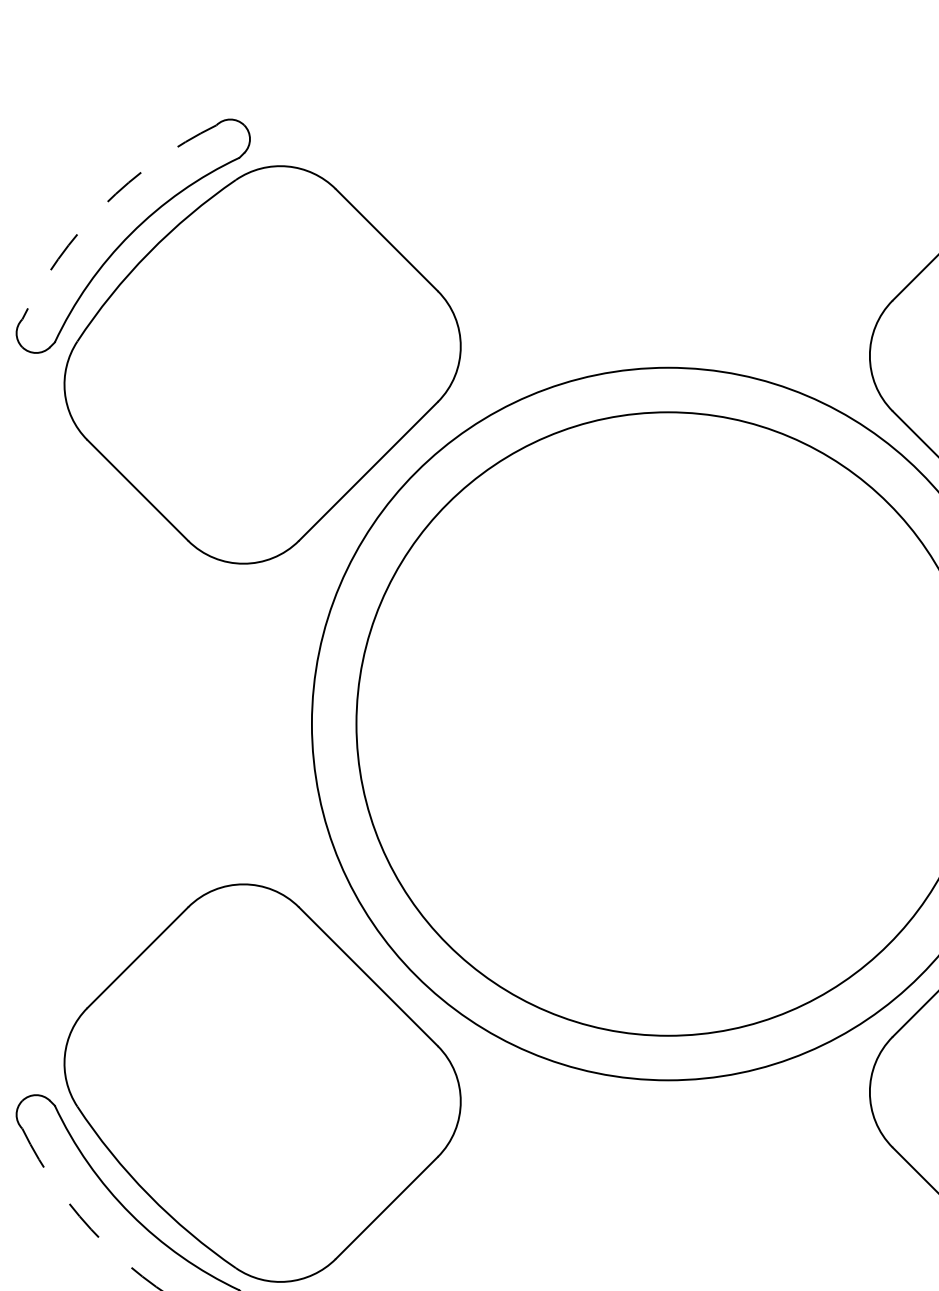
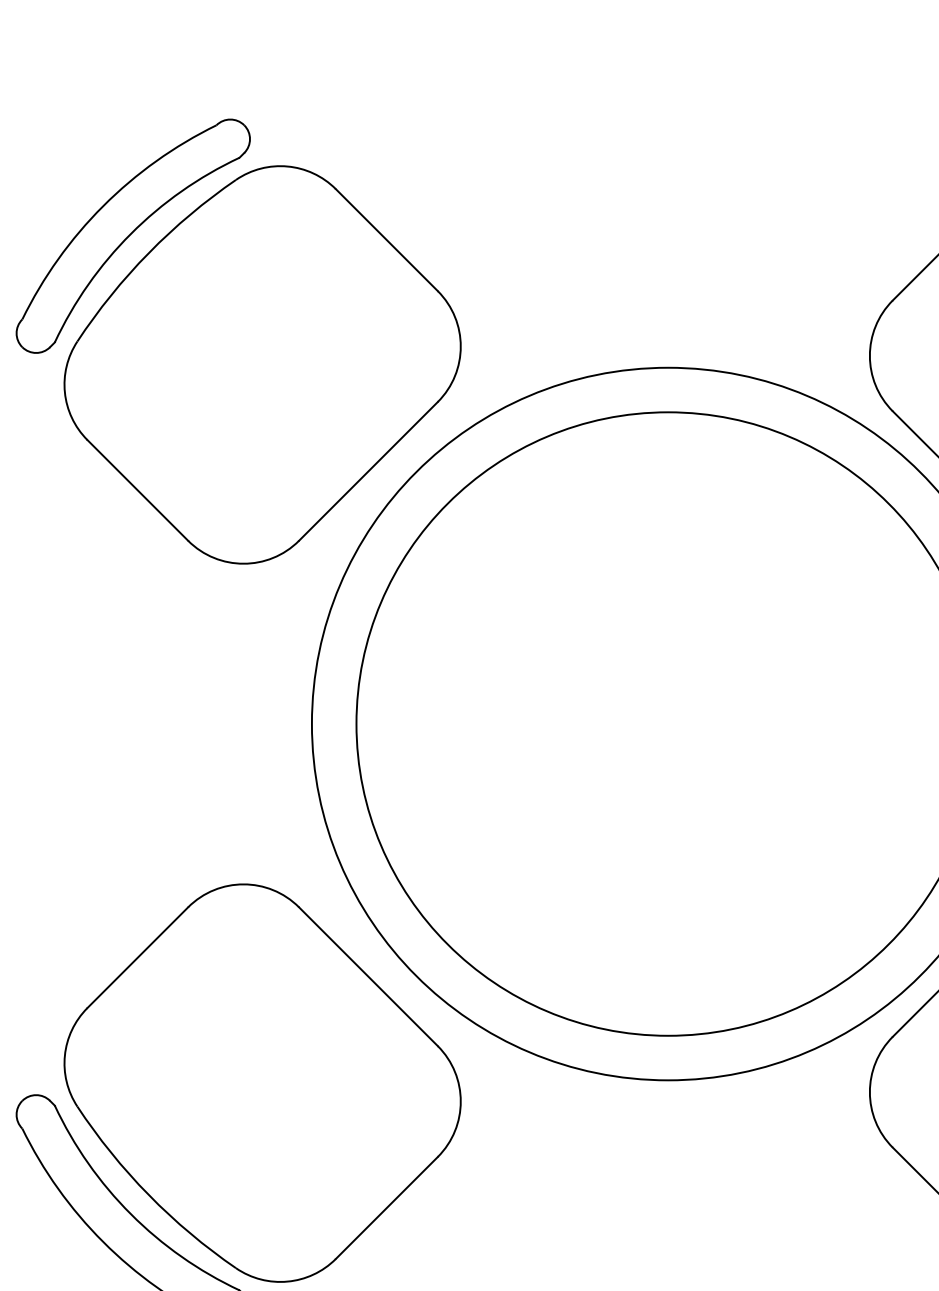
arc at (103, 206): dashed -> solid
arc at (82, 1219): dashed -> solid
